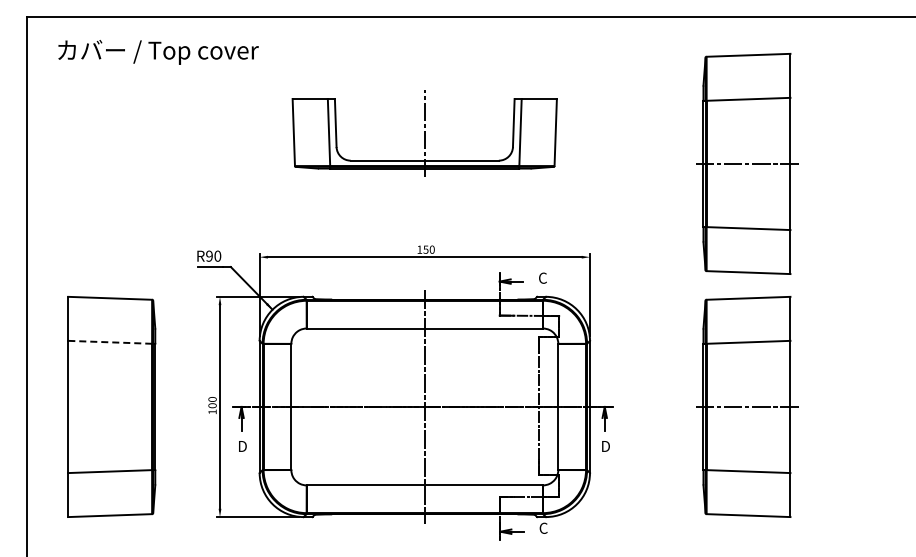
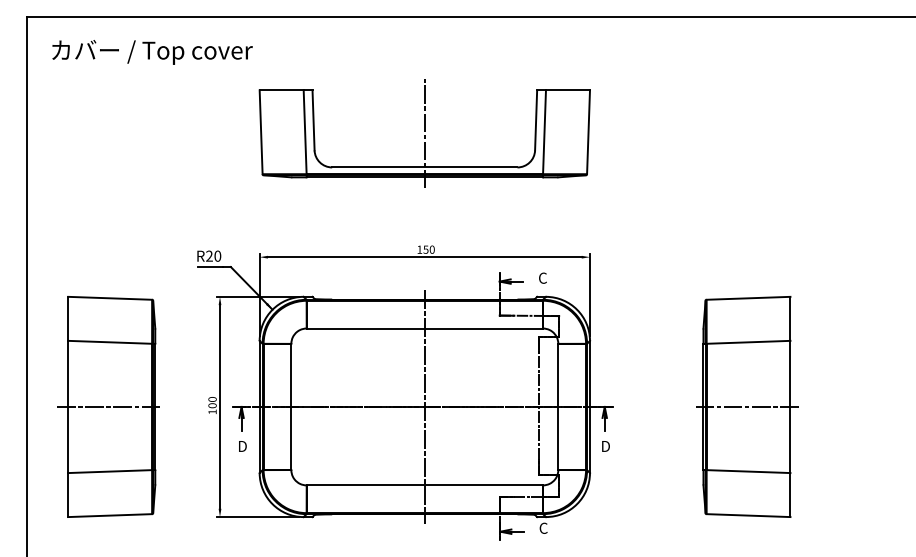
text at (158, 52) position: (158, 52) -> (152, 52)
part at (424, 133) size: 267x87 px -> 333x109 px
part at (747, 163): present -> none
text at (209, 256): R90 -> R20
line at (110, 342): dashed -> solid
line at (110, 406): none -> present
